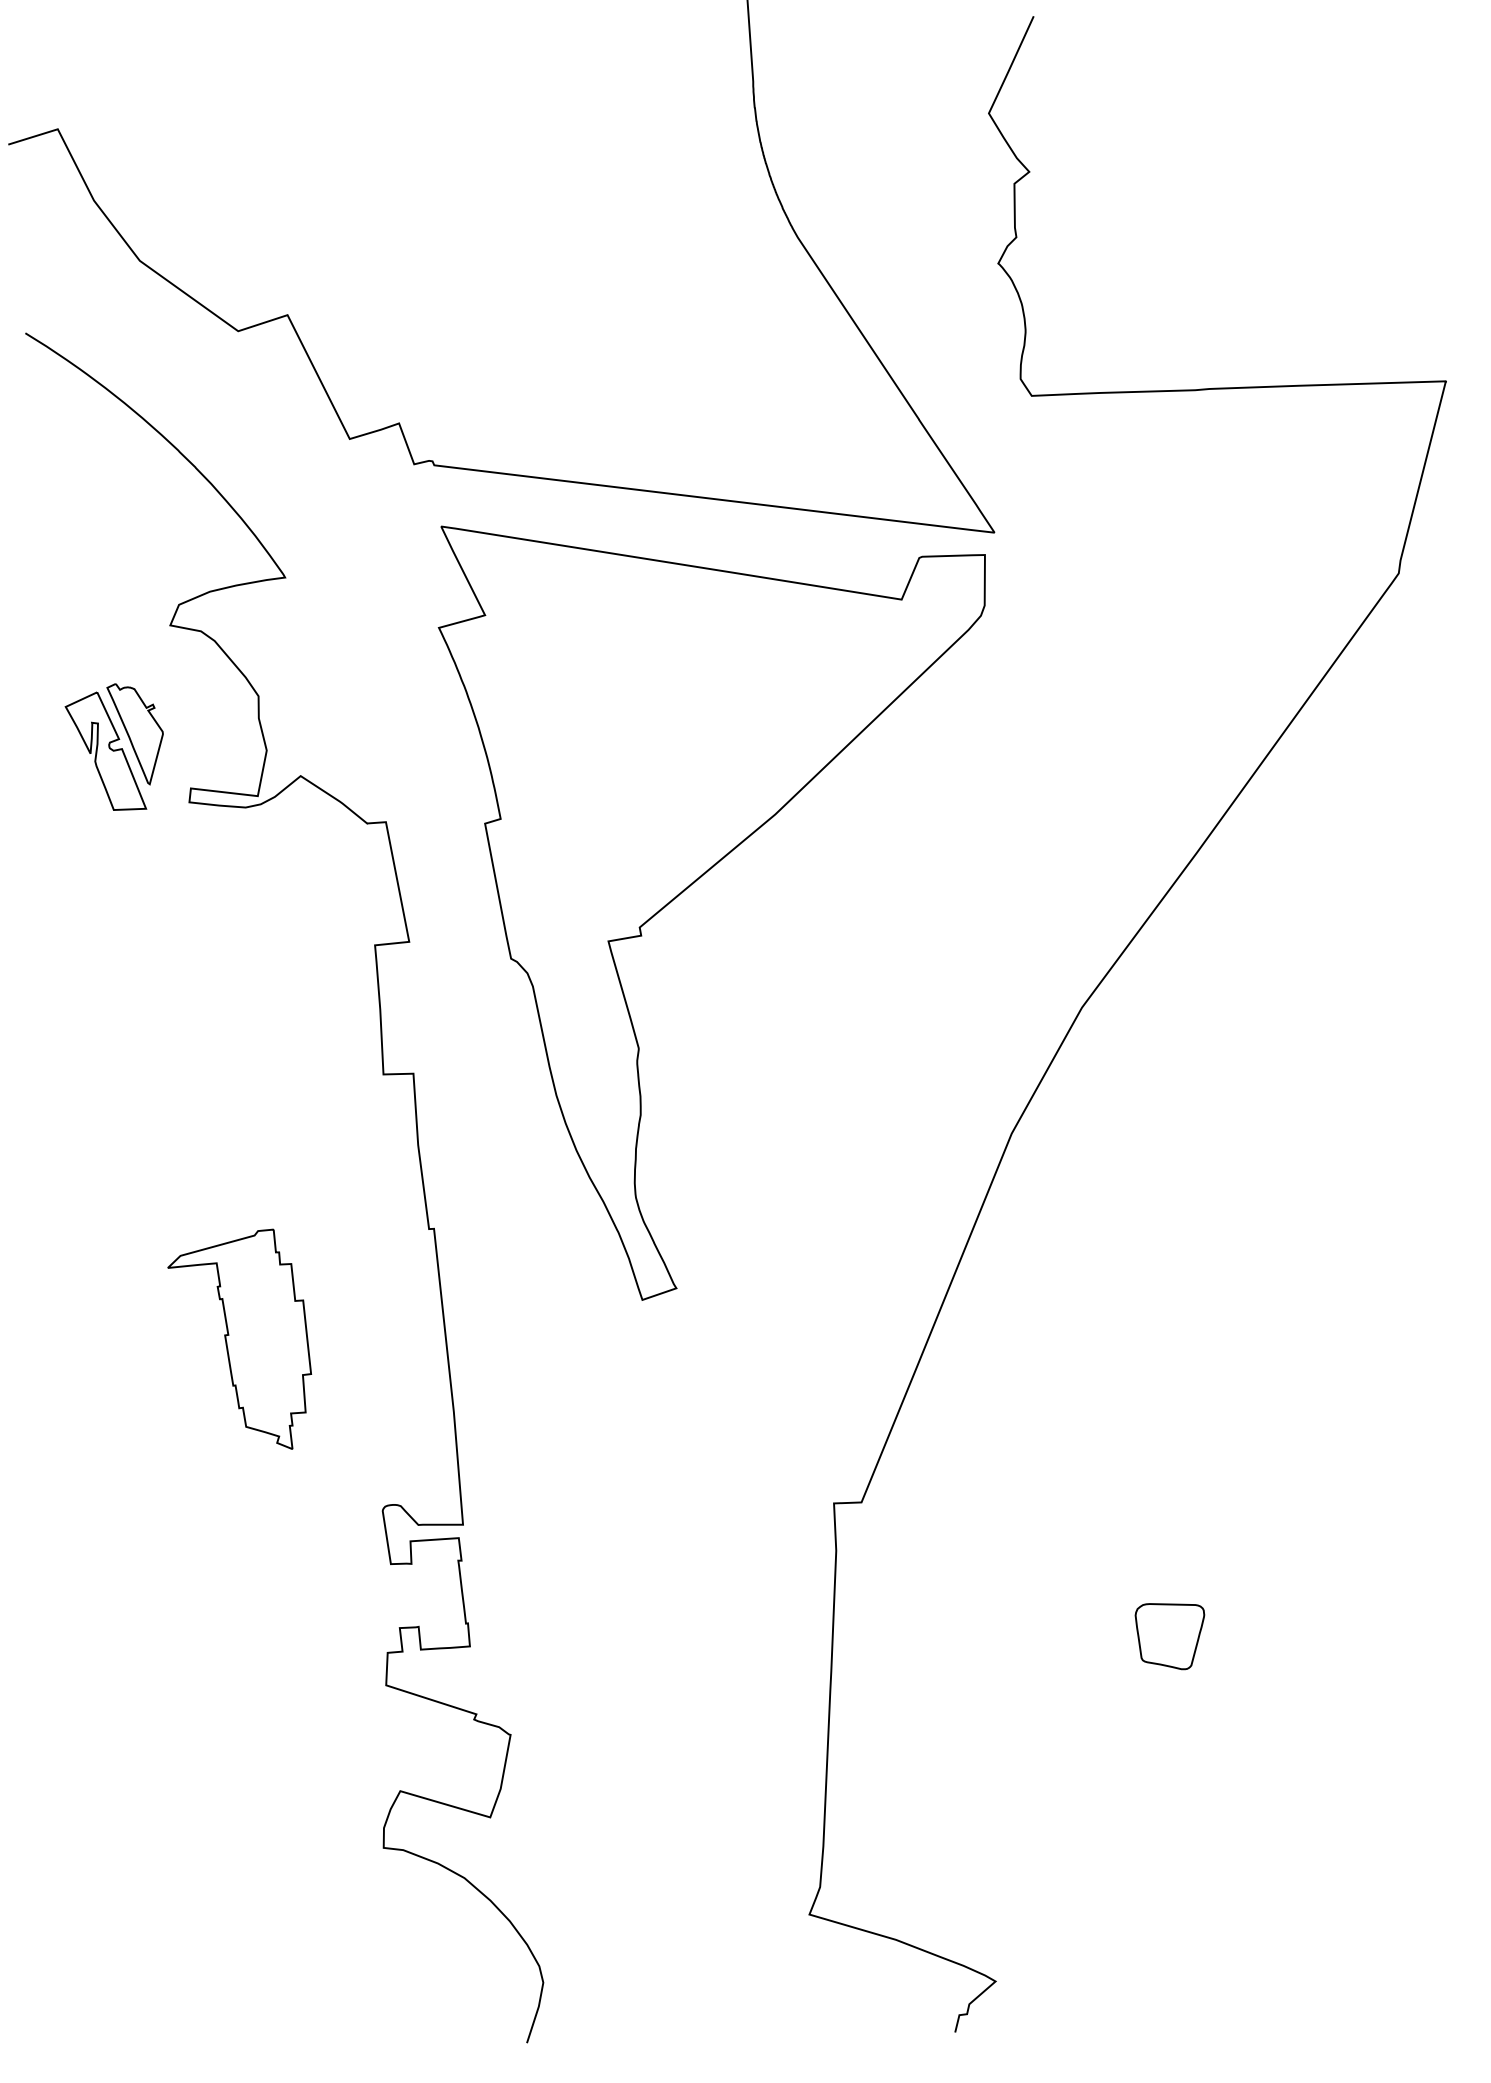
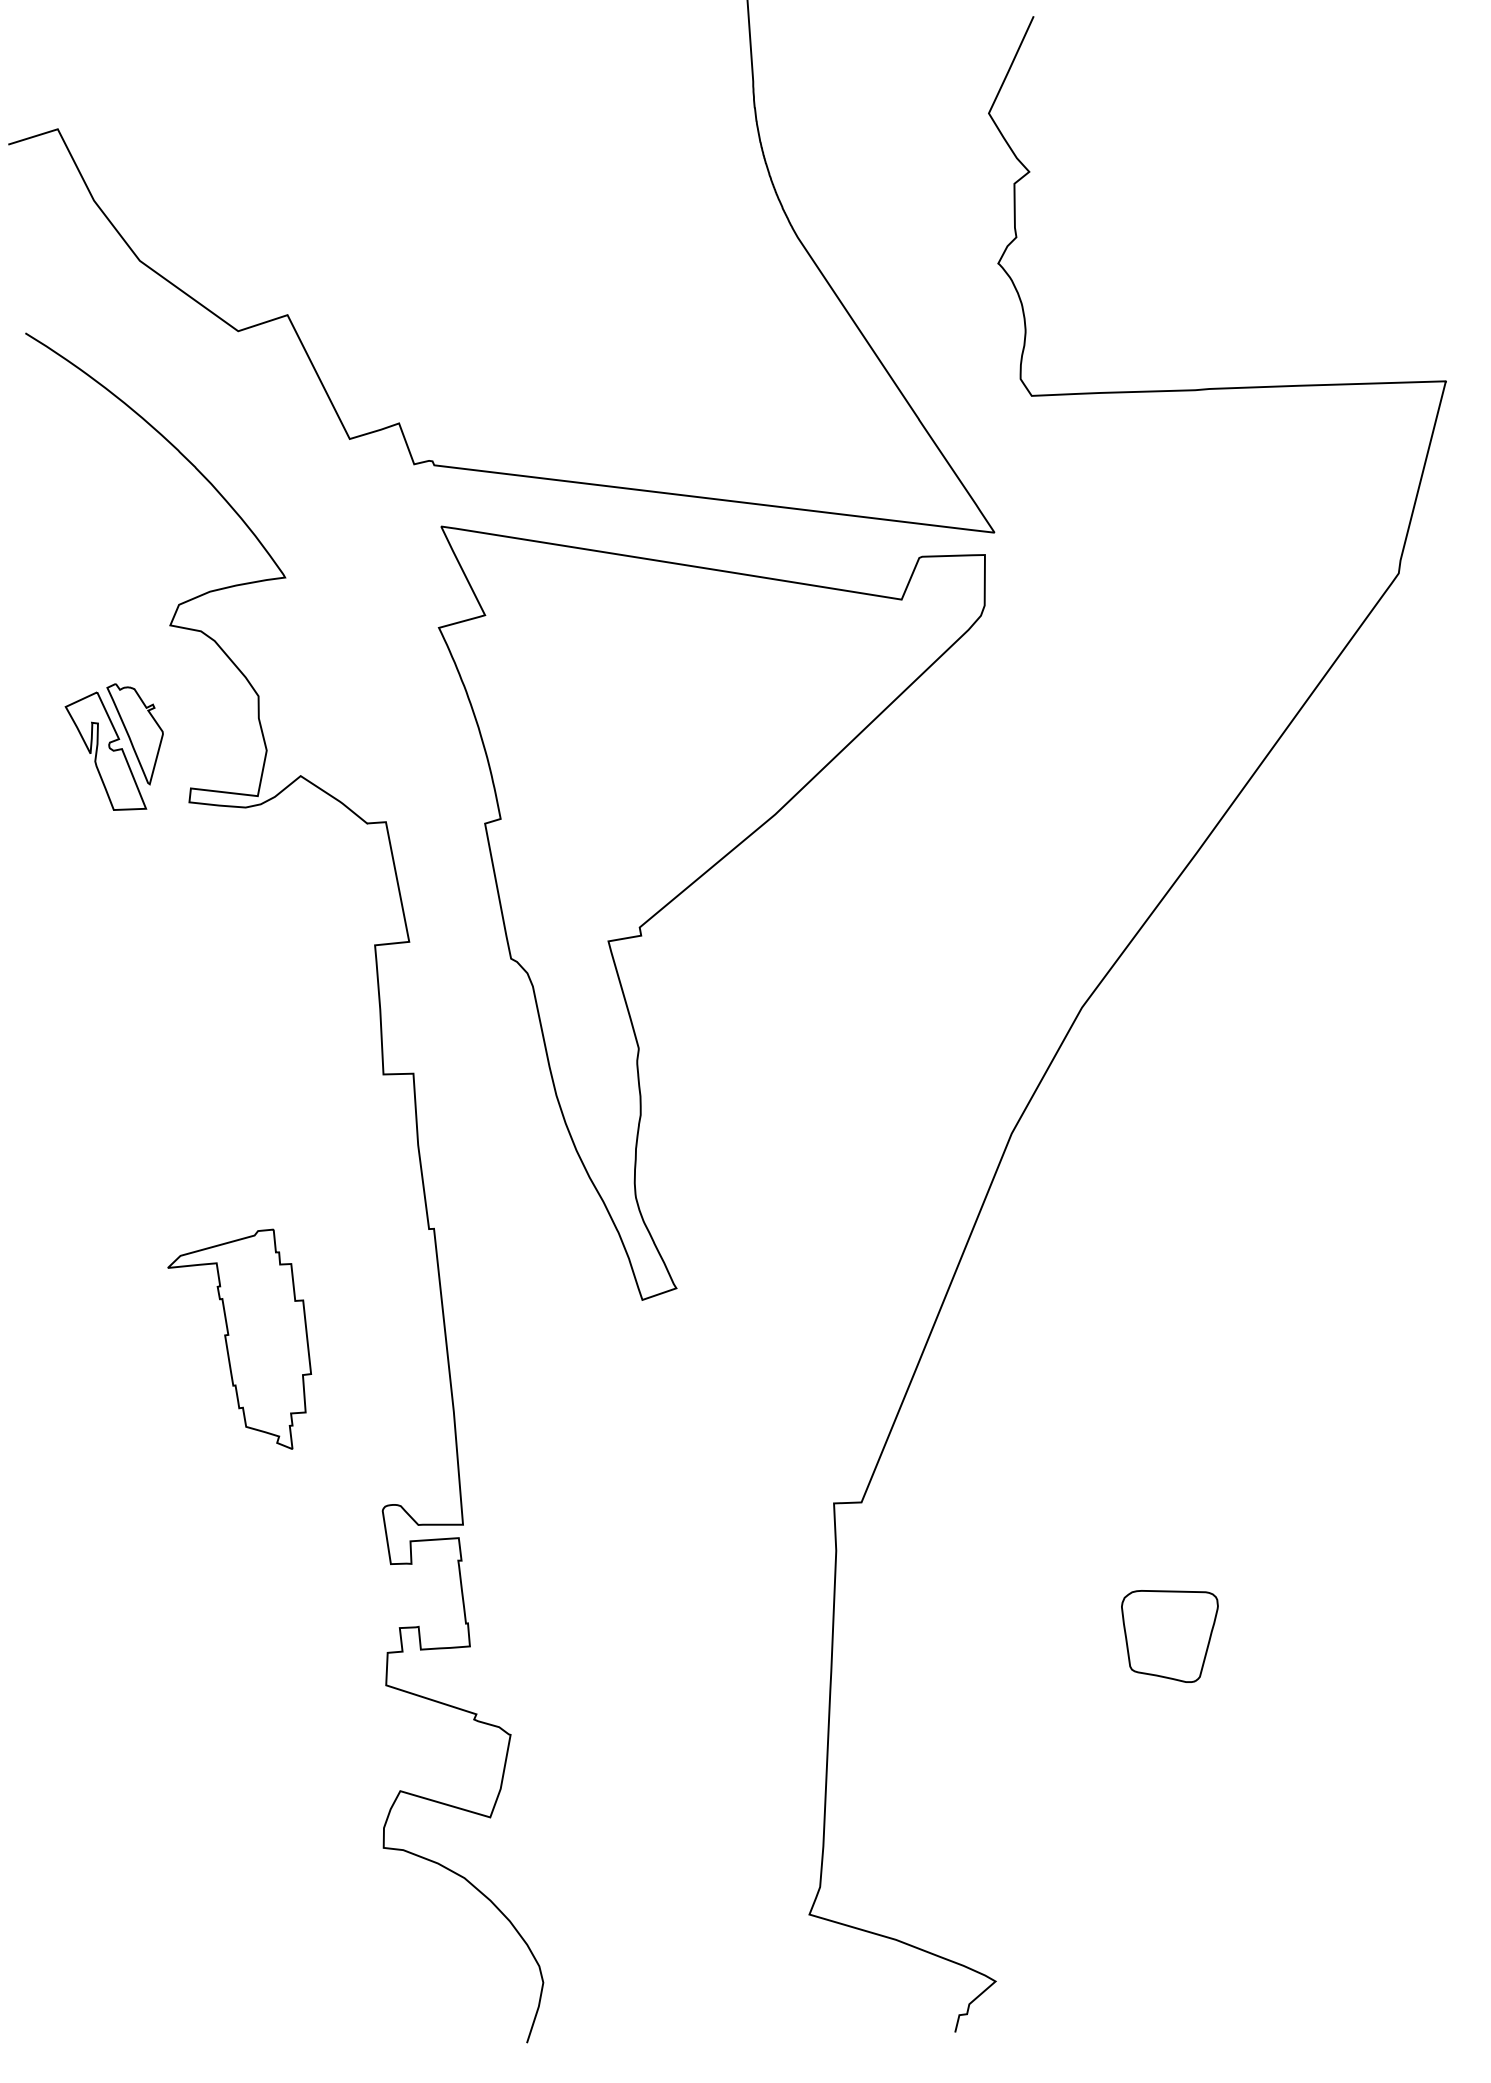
part at (1169, 1636) size: 72x68 px -> 98x93 px
